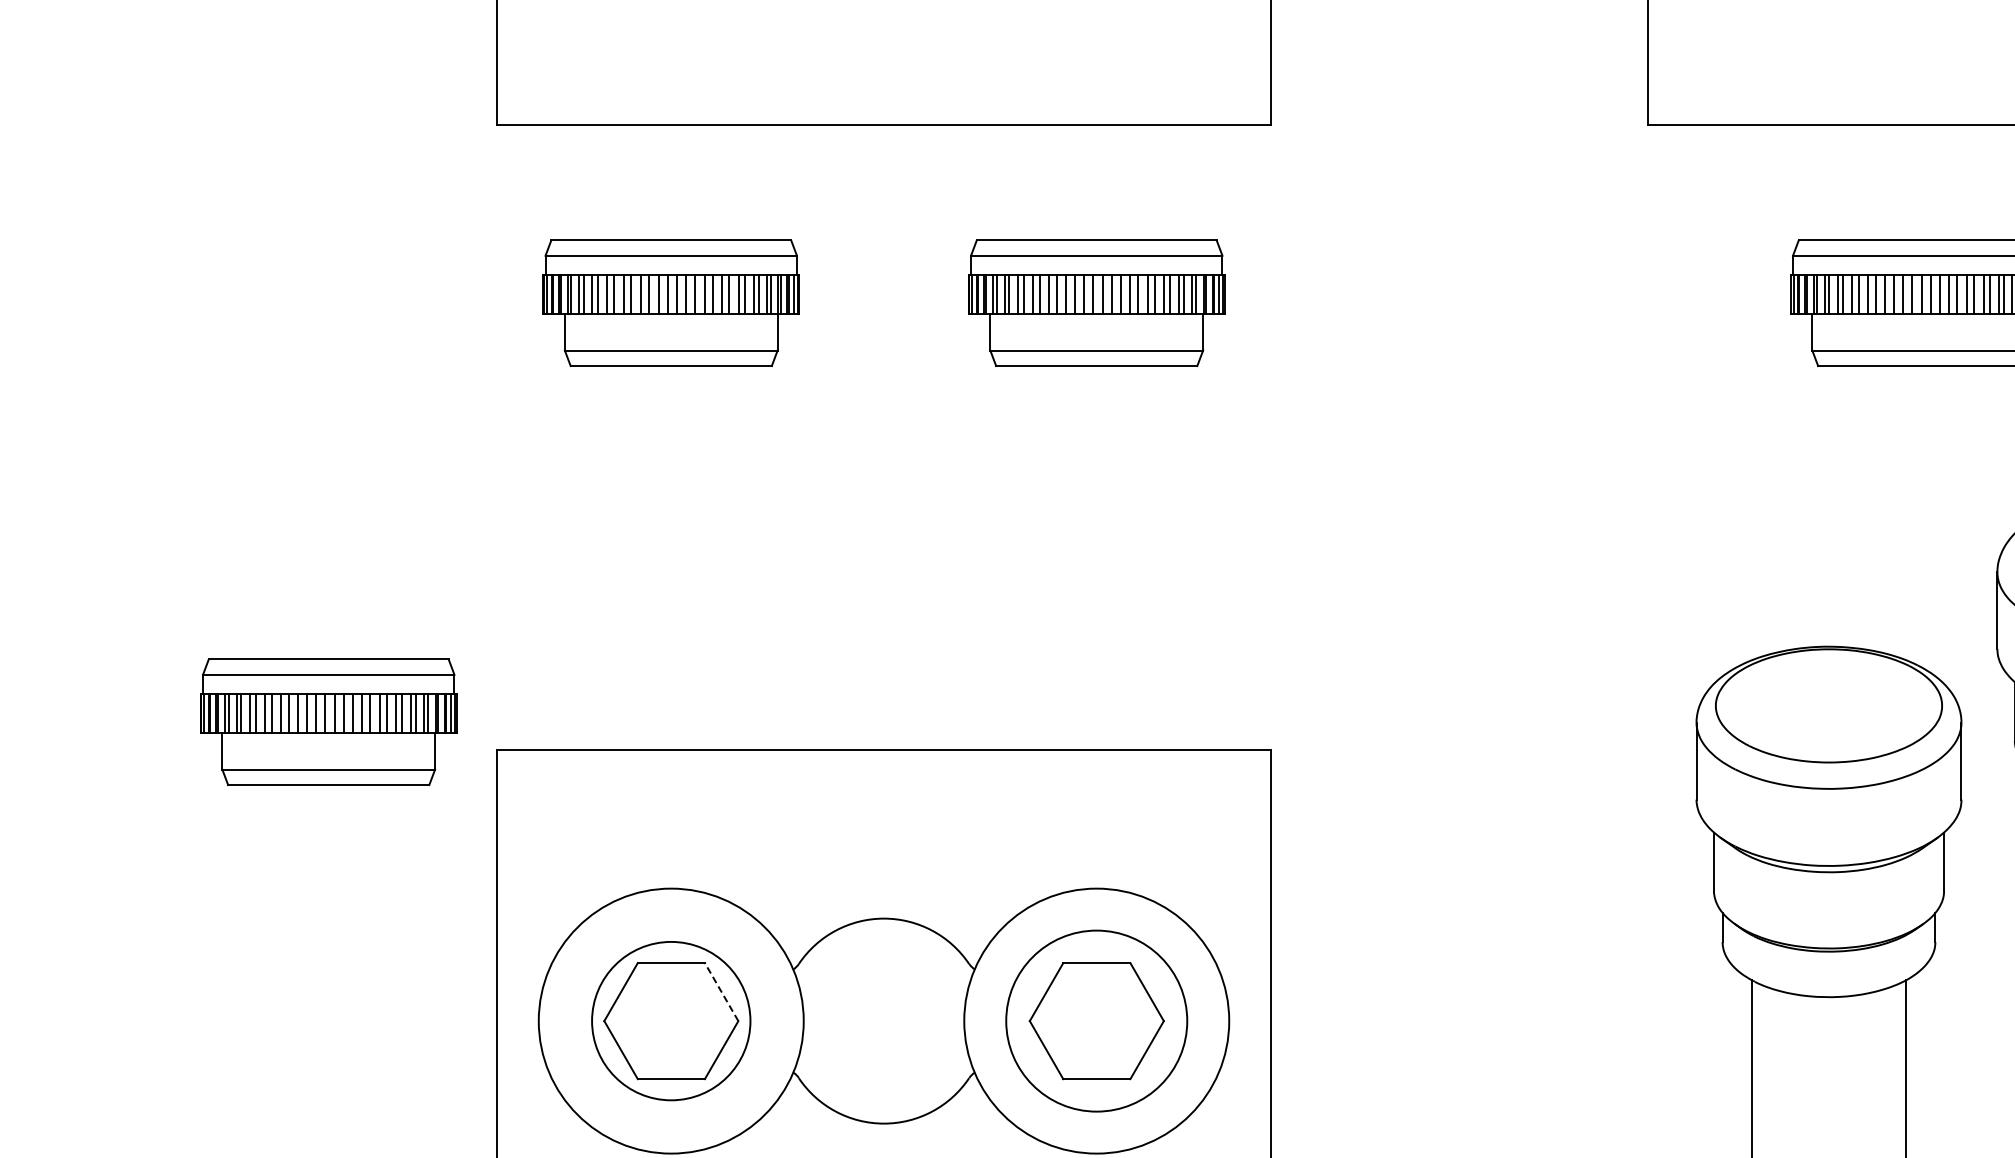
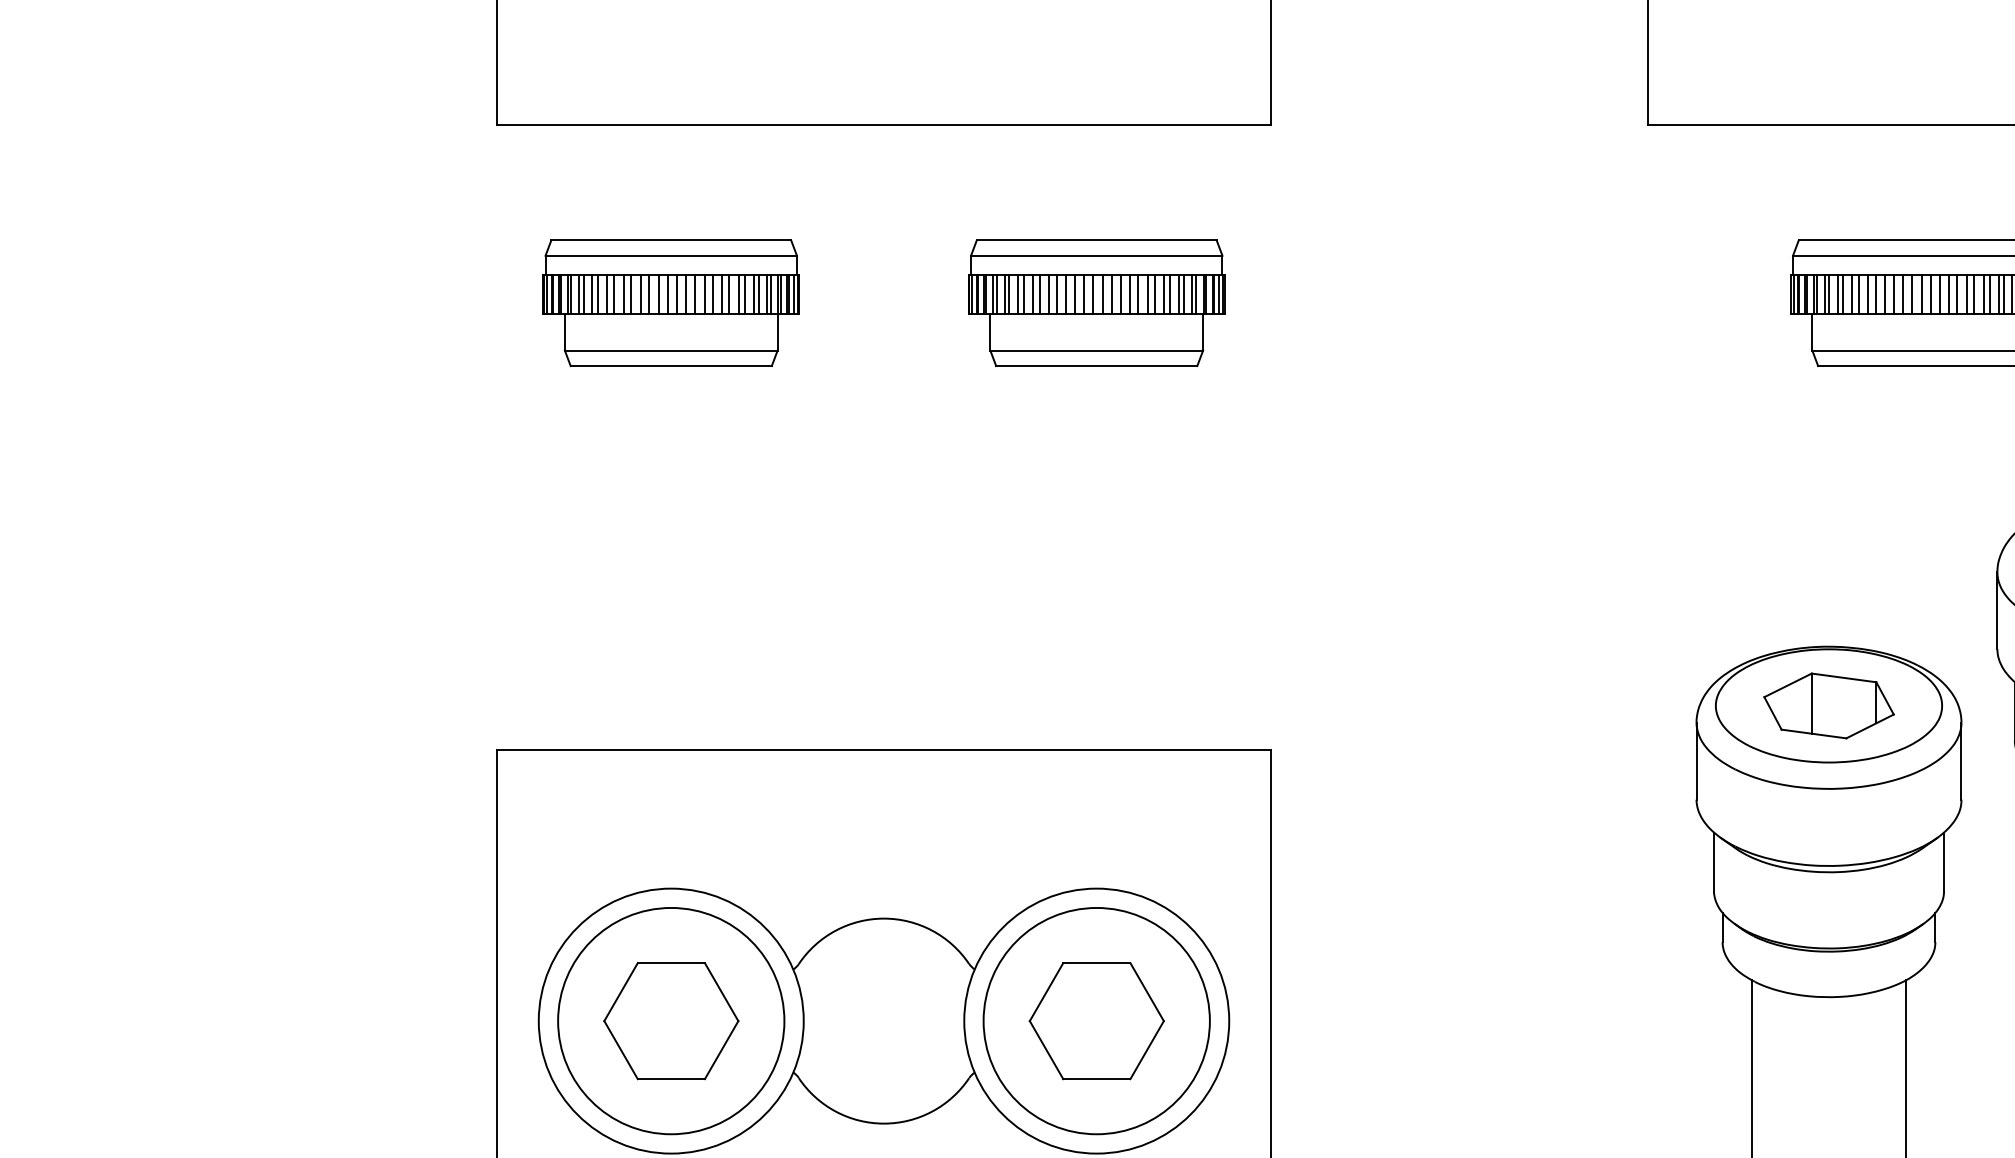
part at (1828, 705): none -> present
part at (328, 722): present -> none
line at (721, 991): dashed -> solid
circle at (671, 1020) diameter: 158 px -> 226 px
circle at (1096, 1020) diameter: 181 px -> 226 px
